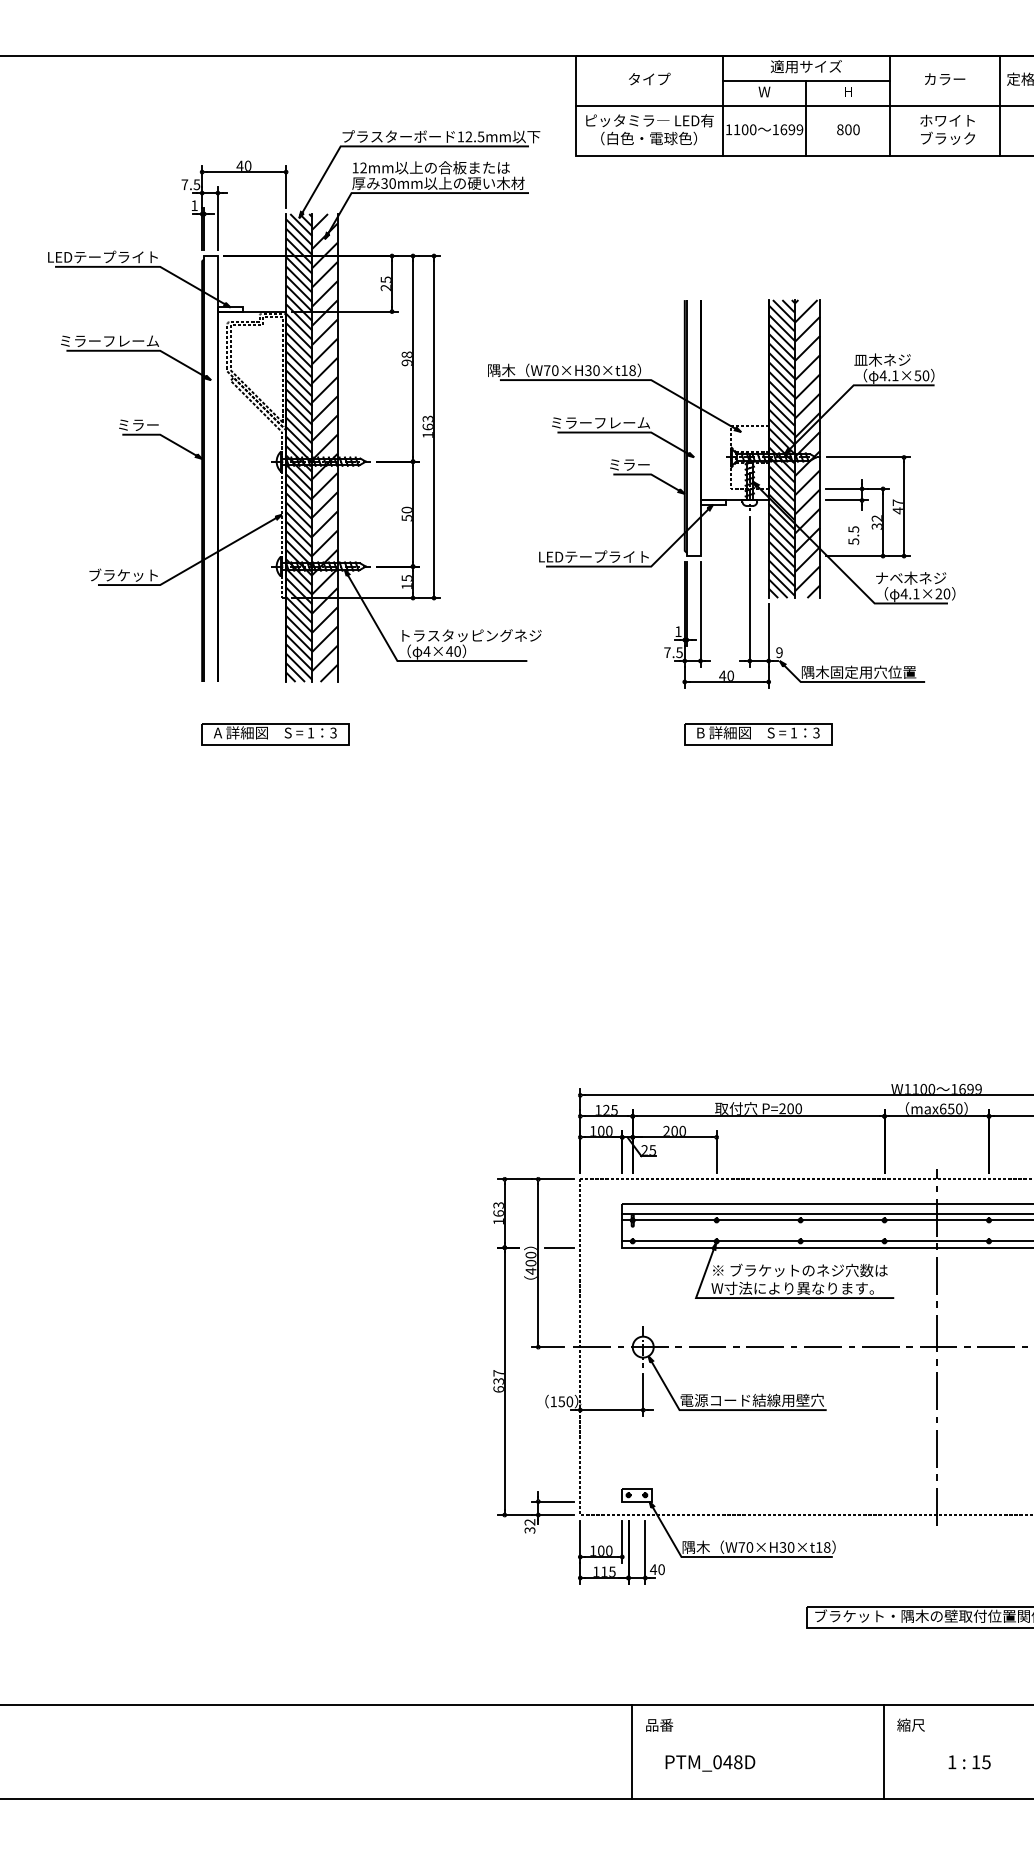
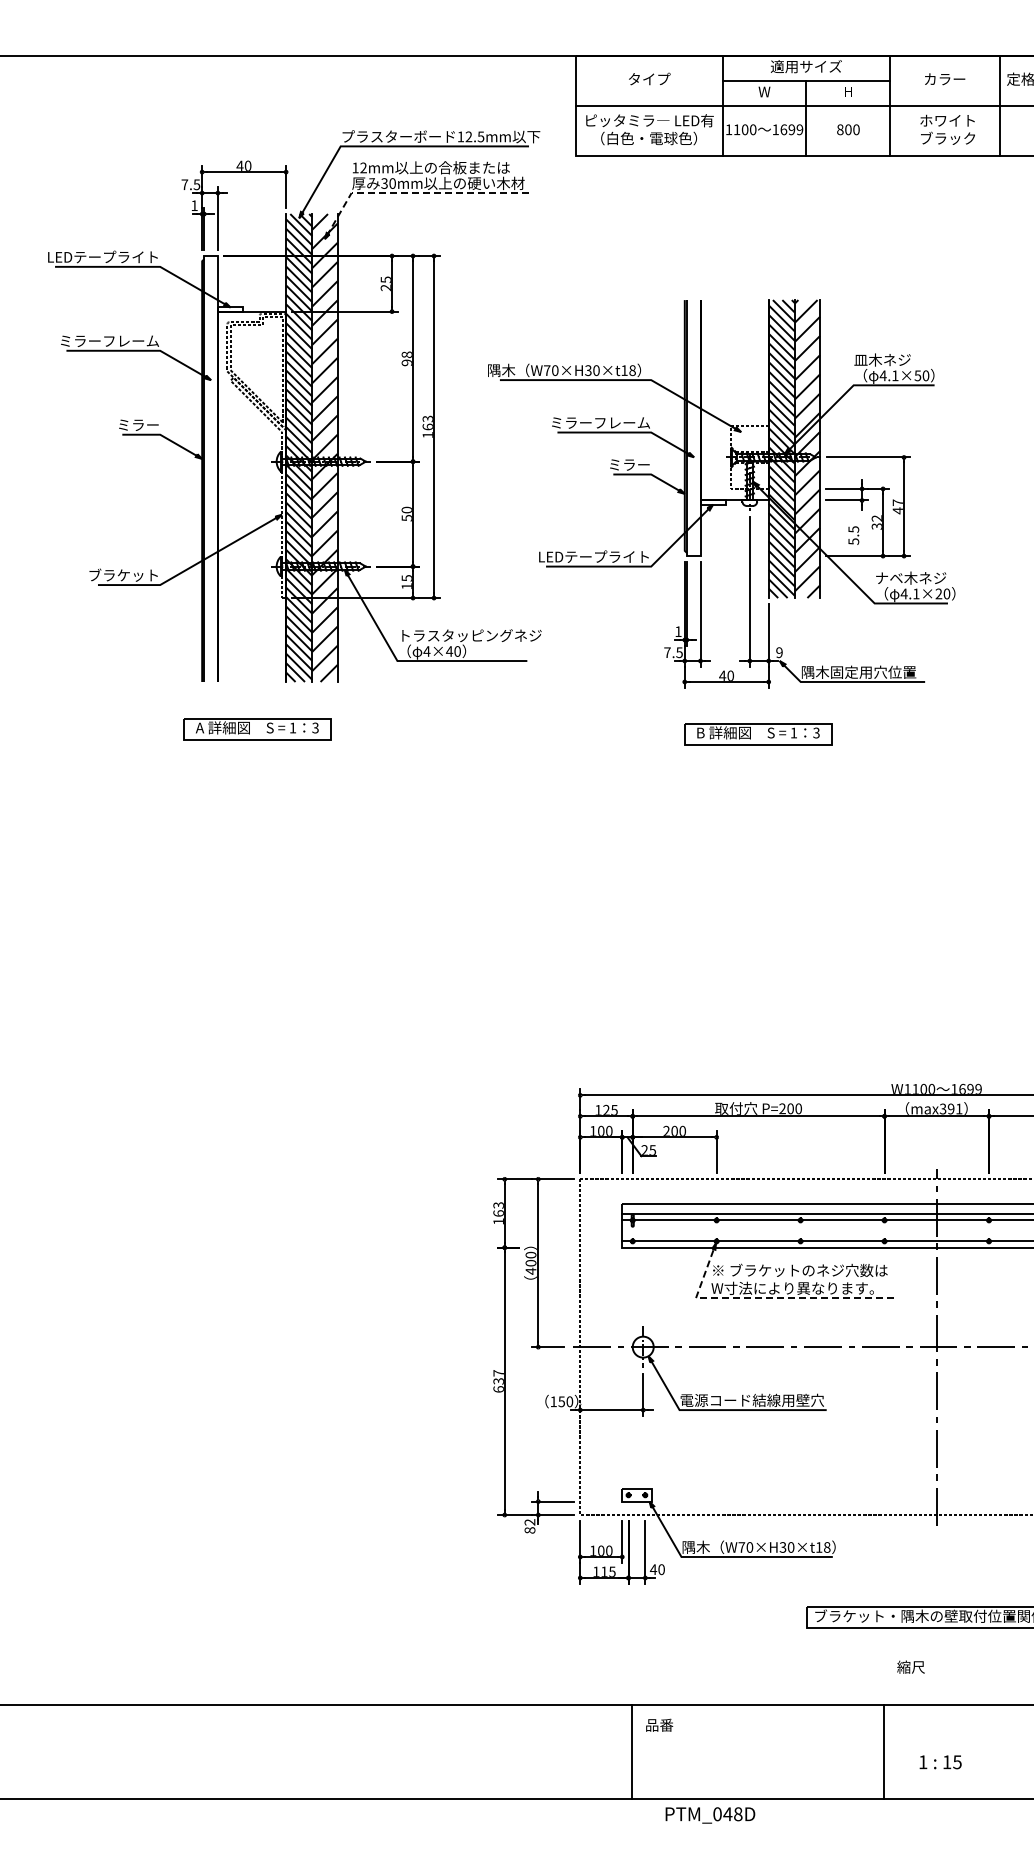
line at (412, 193): solid -> dashed
part at (275, 734) position: (275, 734) -> (257, 729)
text at (950, 1108): max650 -> max391
line at (558, 1247): present -> none
line at (764, 1298): solid -> dashed
text at (529, 1530): 32 -> 82
text at (910, 1724) position: (910, 1724) -> (910, 1666)
text at (969, 1762) position: (969, 1762) -> (940, 1762)
text at (710, 1763) position: (710, 1763) -> (710, 1815)
